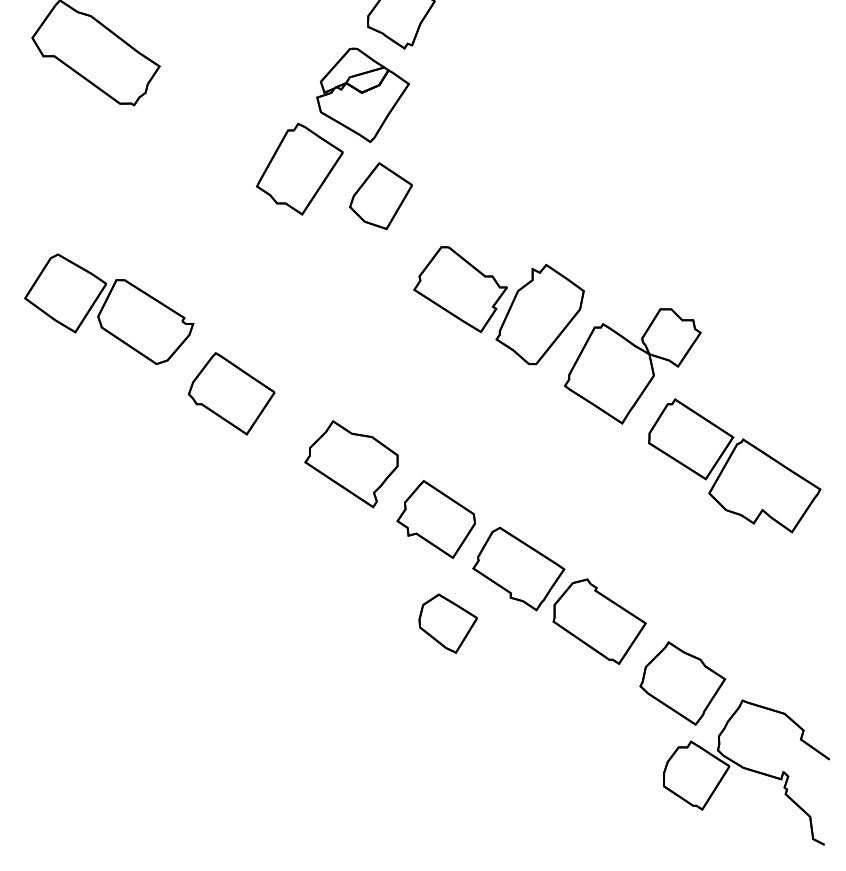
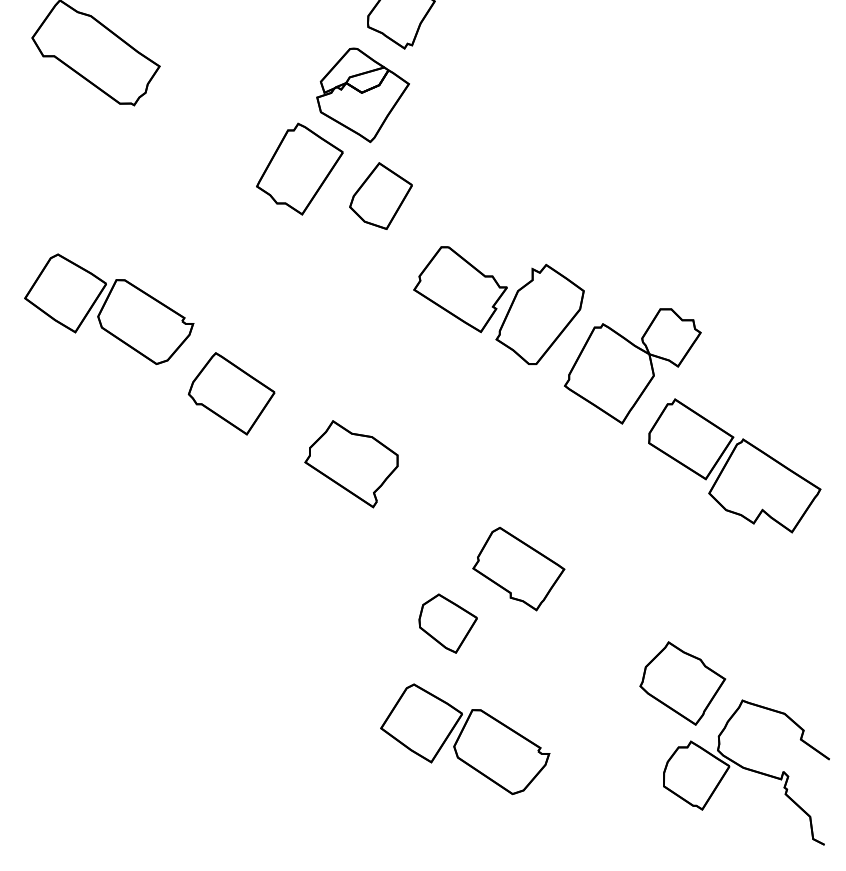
part at (435, 519): present -> none
part at (599, 621): present -> none
part at (465, 738): none -> present
